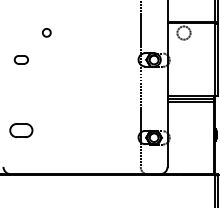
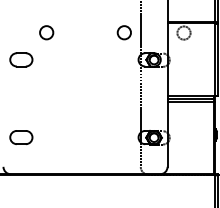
circle at (46, 32) size: 10x10 px -> 16x16 px
circle at (123, 32): none -> present
part at (20, 59) size: 16x10 px -> 25x16 px
part at (21, 130) position: (21, 130) -> (21, 137)
